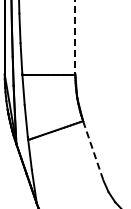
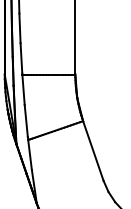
line at (75, 37): dashed -> solid
line at (93, 151): dashed -> solid
